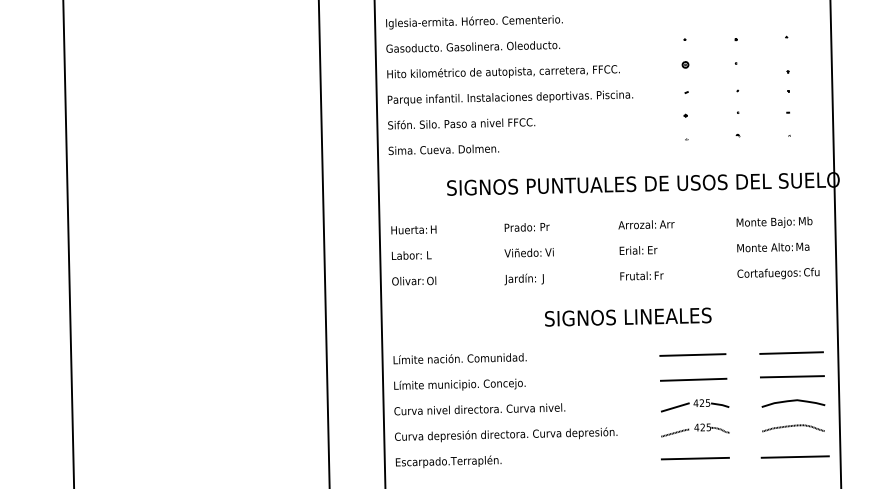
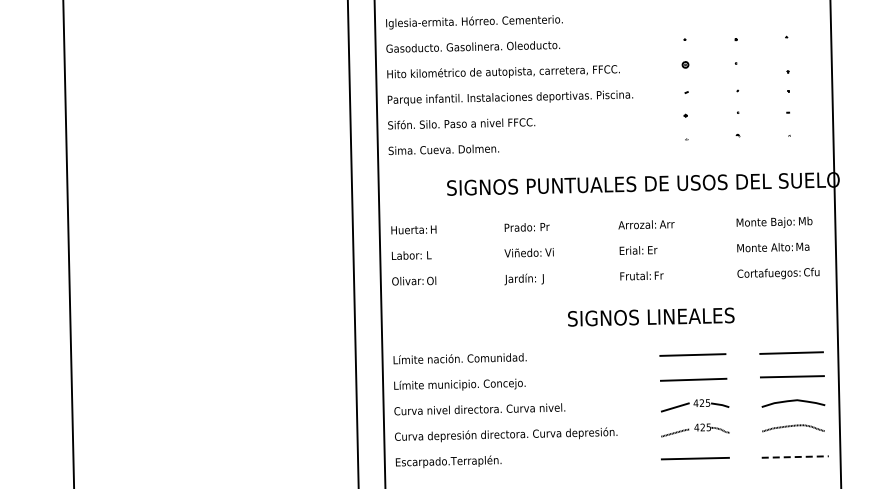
line at (323, 243) position: (323, 243) -> (352, 243)
text at (628, 316) position: (628, 316) -> (651, 316)
line at (795, 457): solid -> dashed
